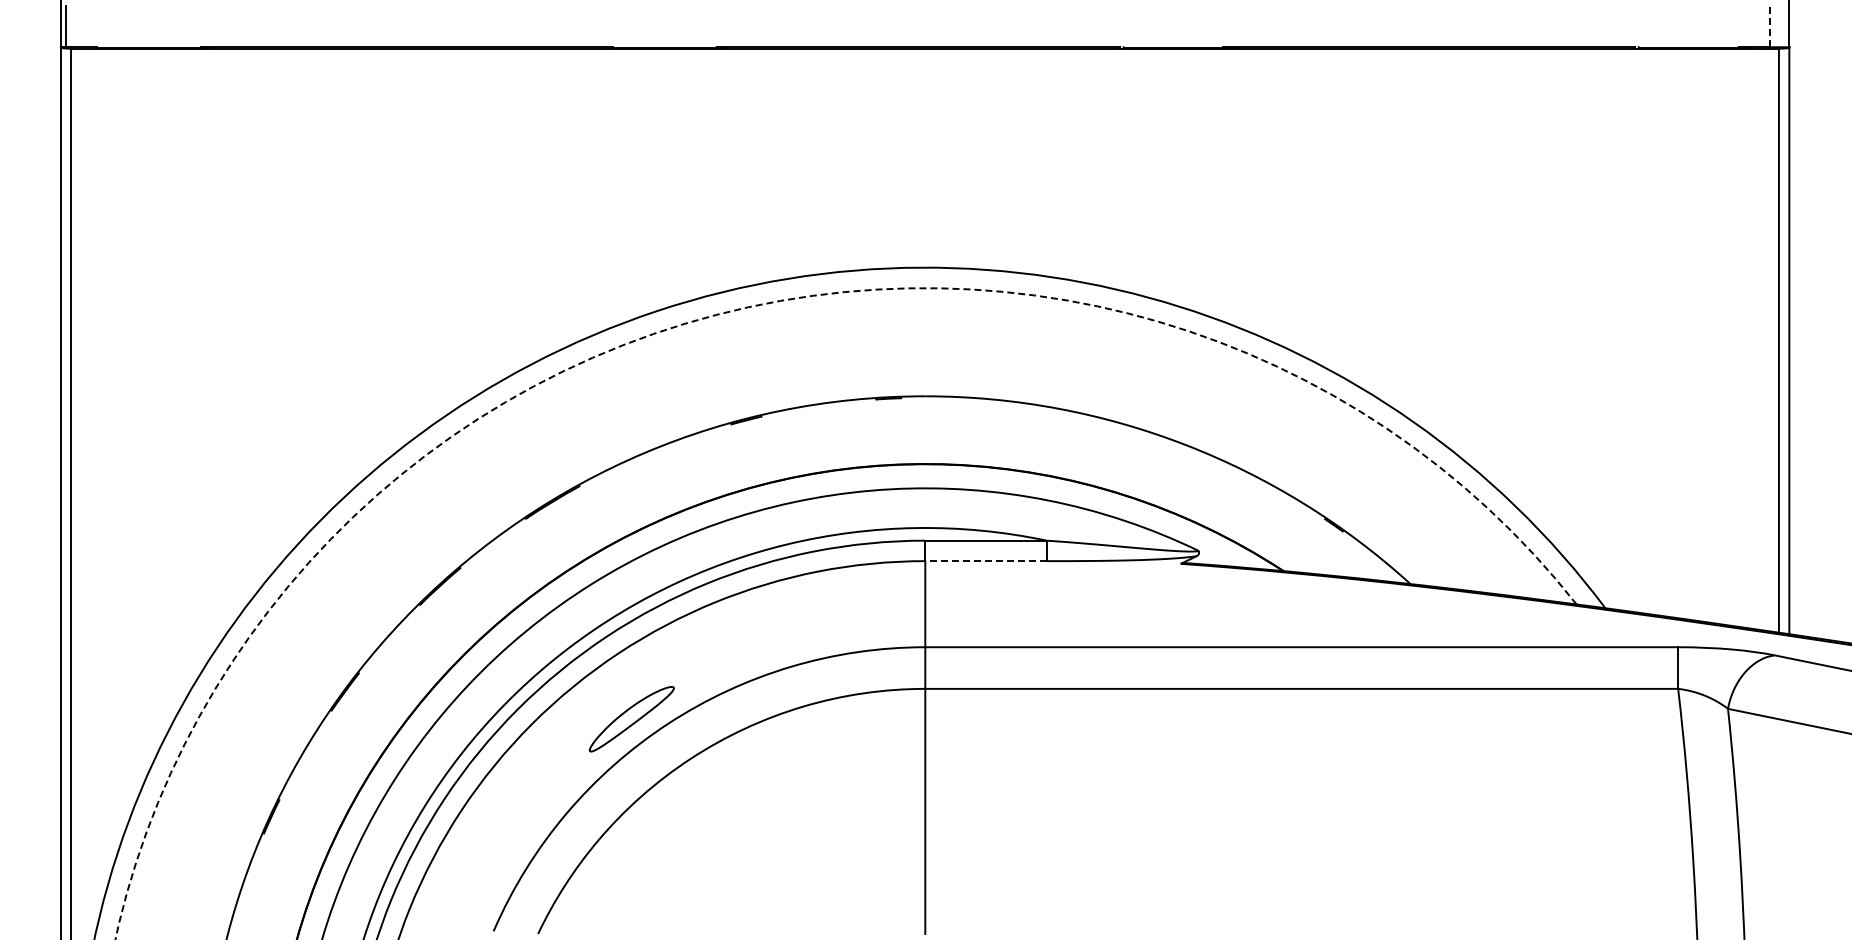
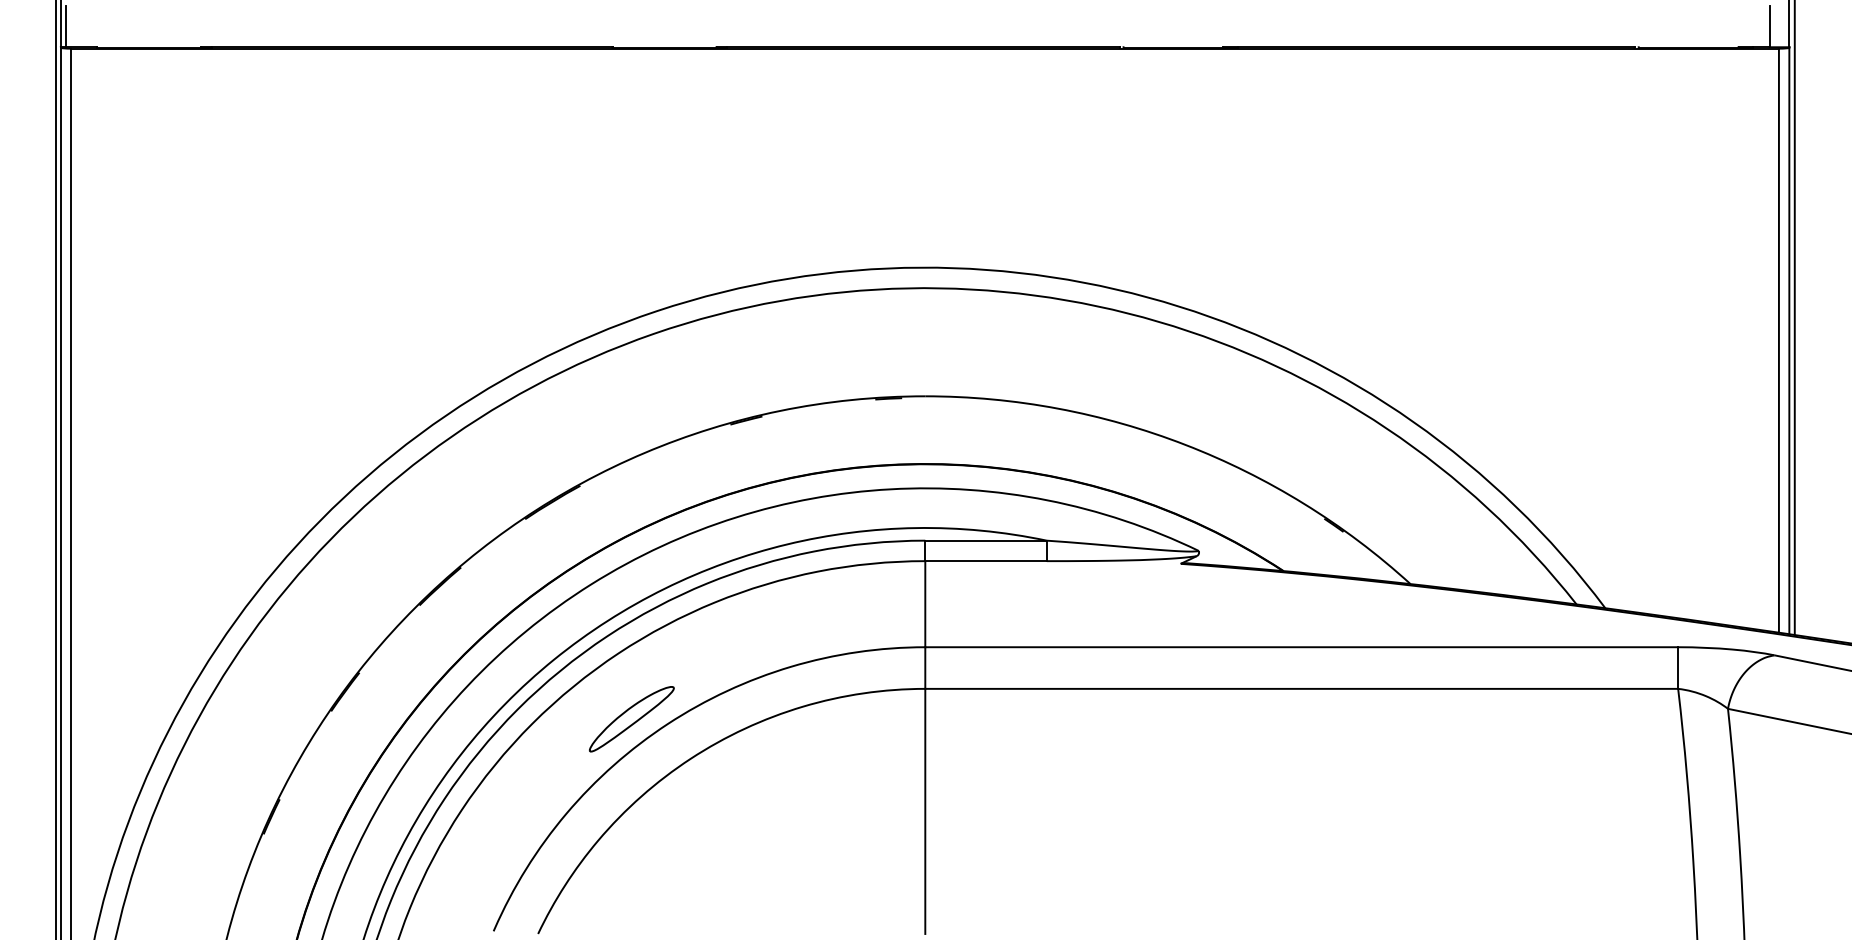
line at (1769, 26): dashed -> solid
arc at (739, 309): dashed -> solid
line at (1794, 318): none -> present
line at (55, 469): none -> present
line at (986, 561): dashed -> solid
